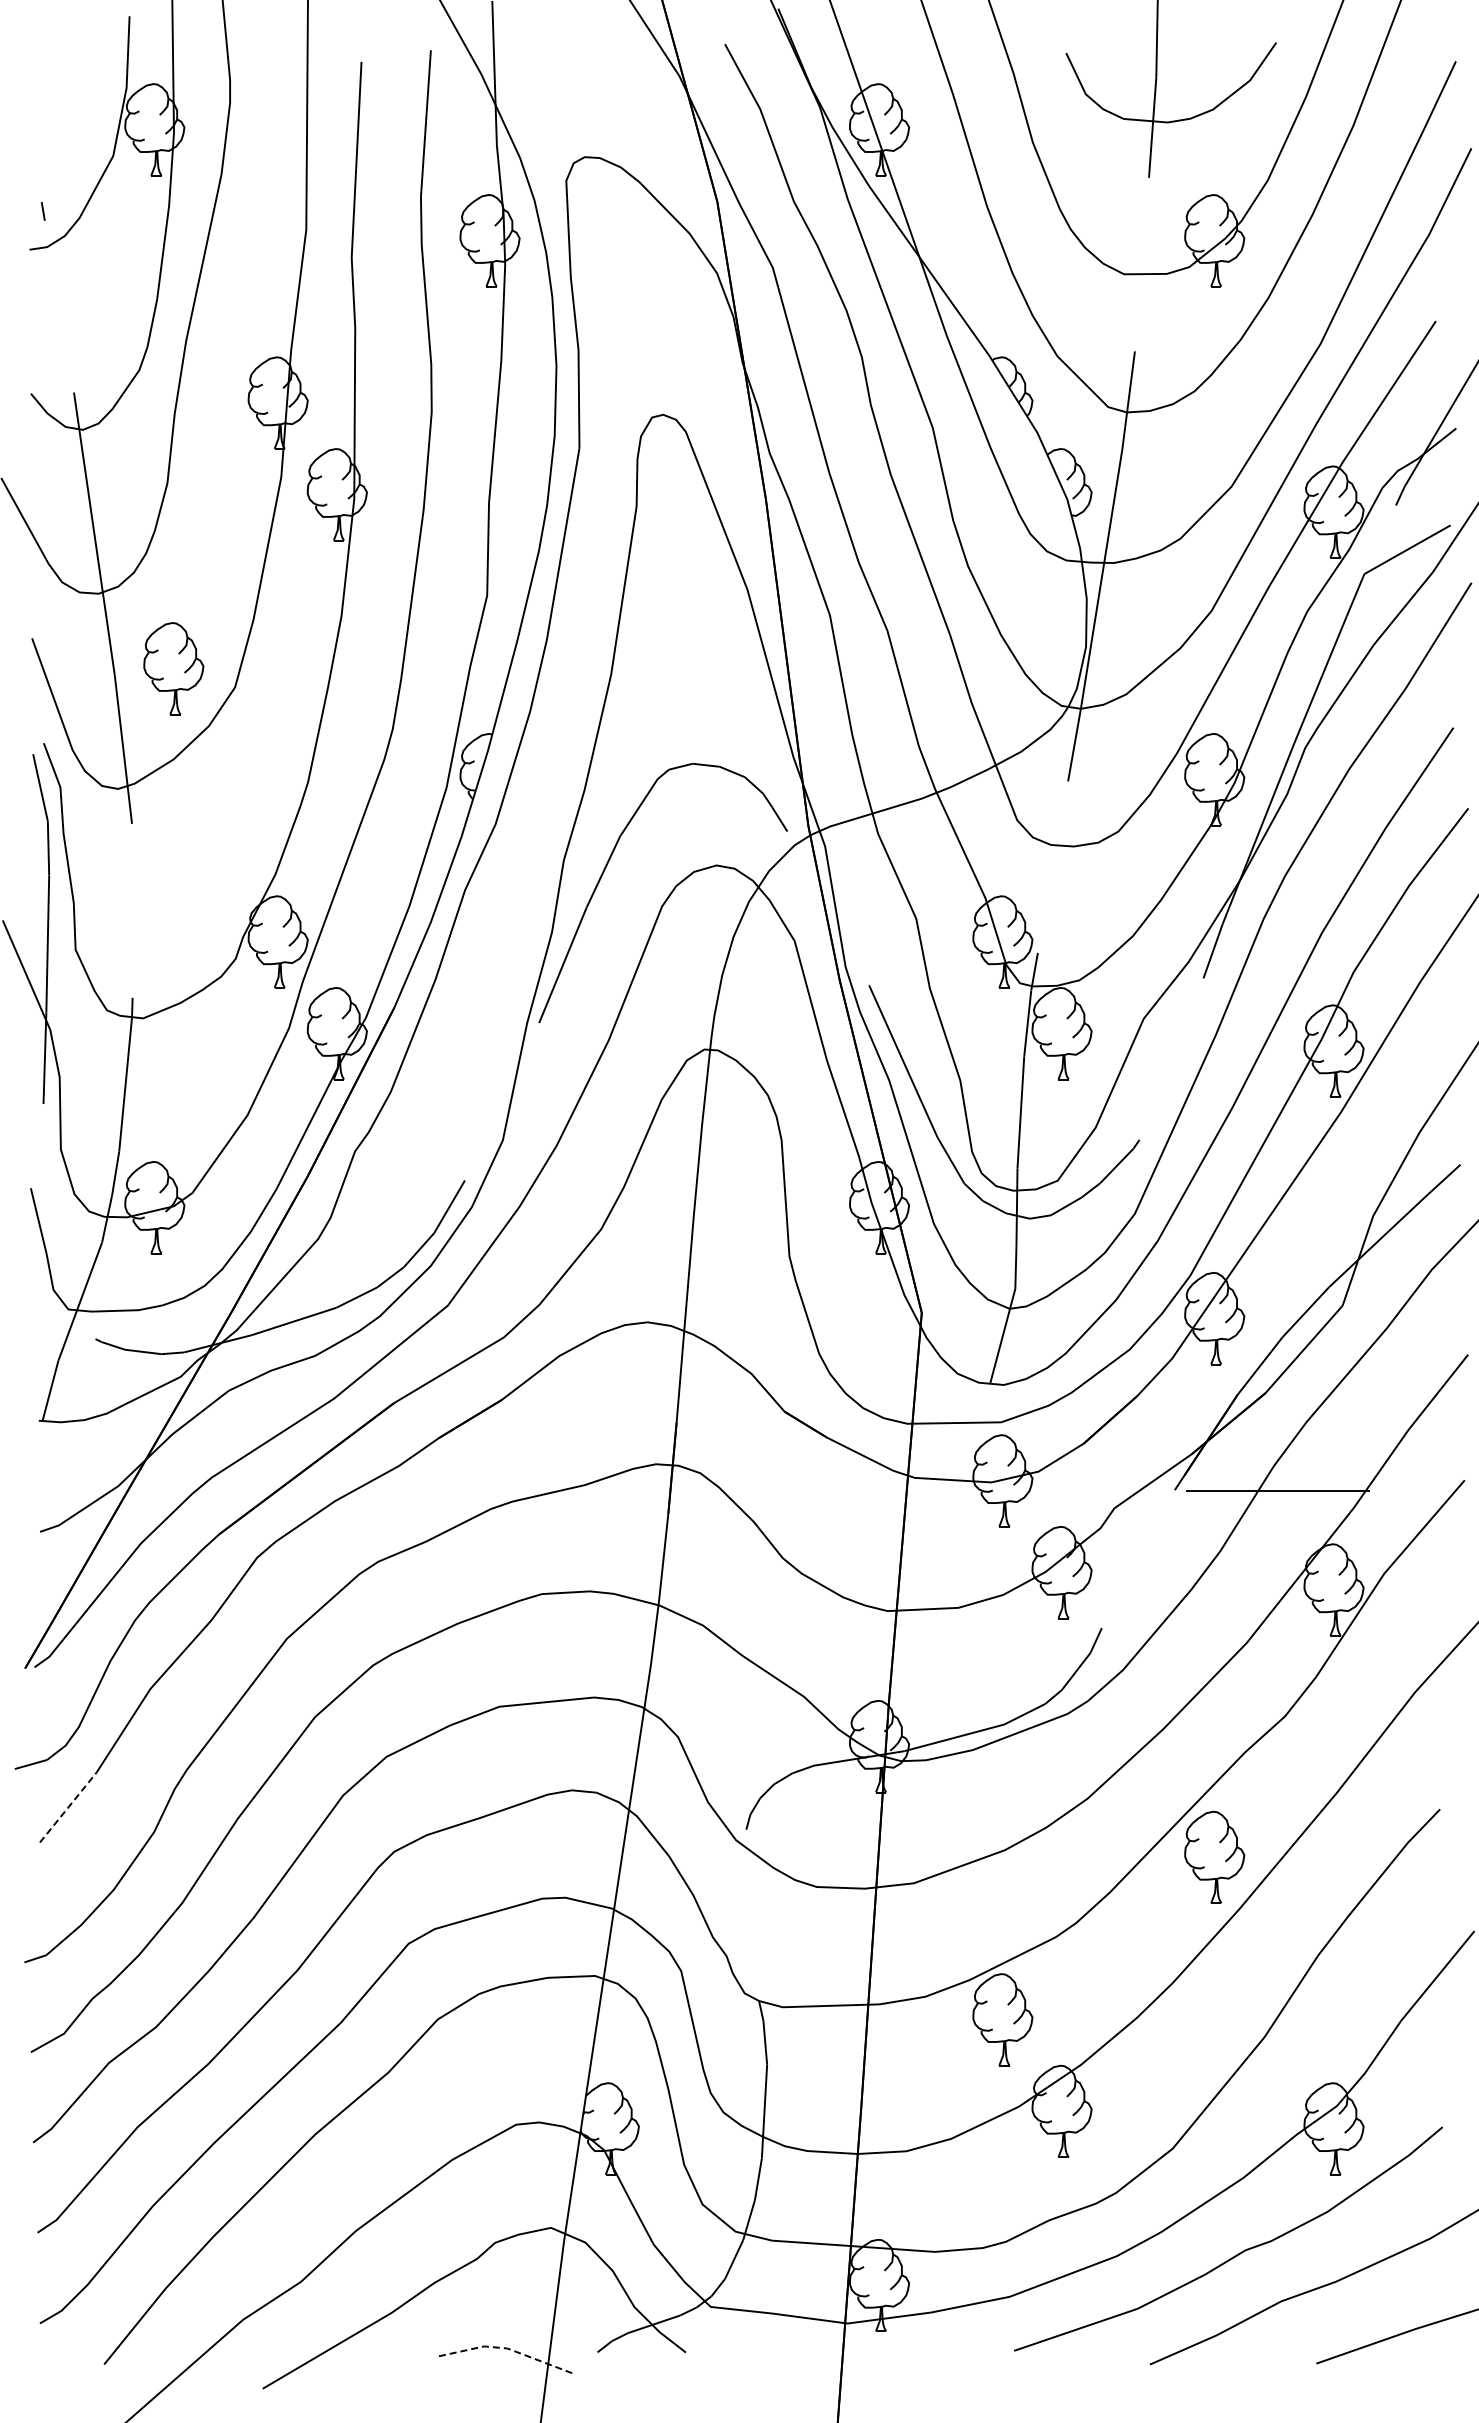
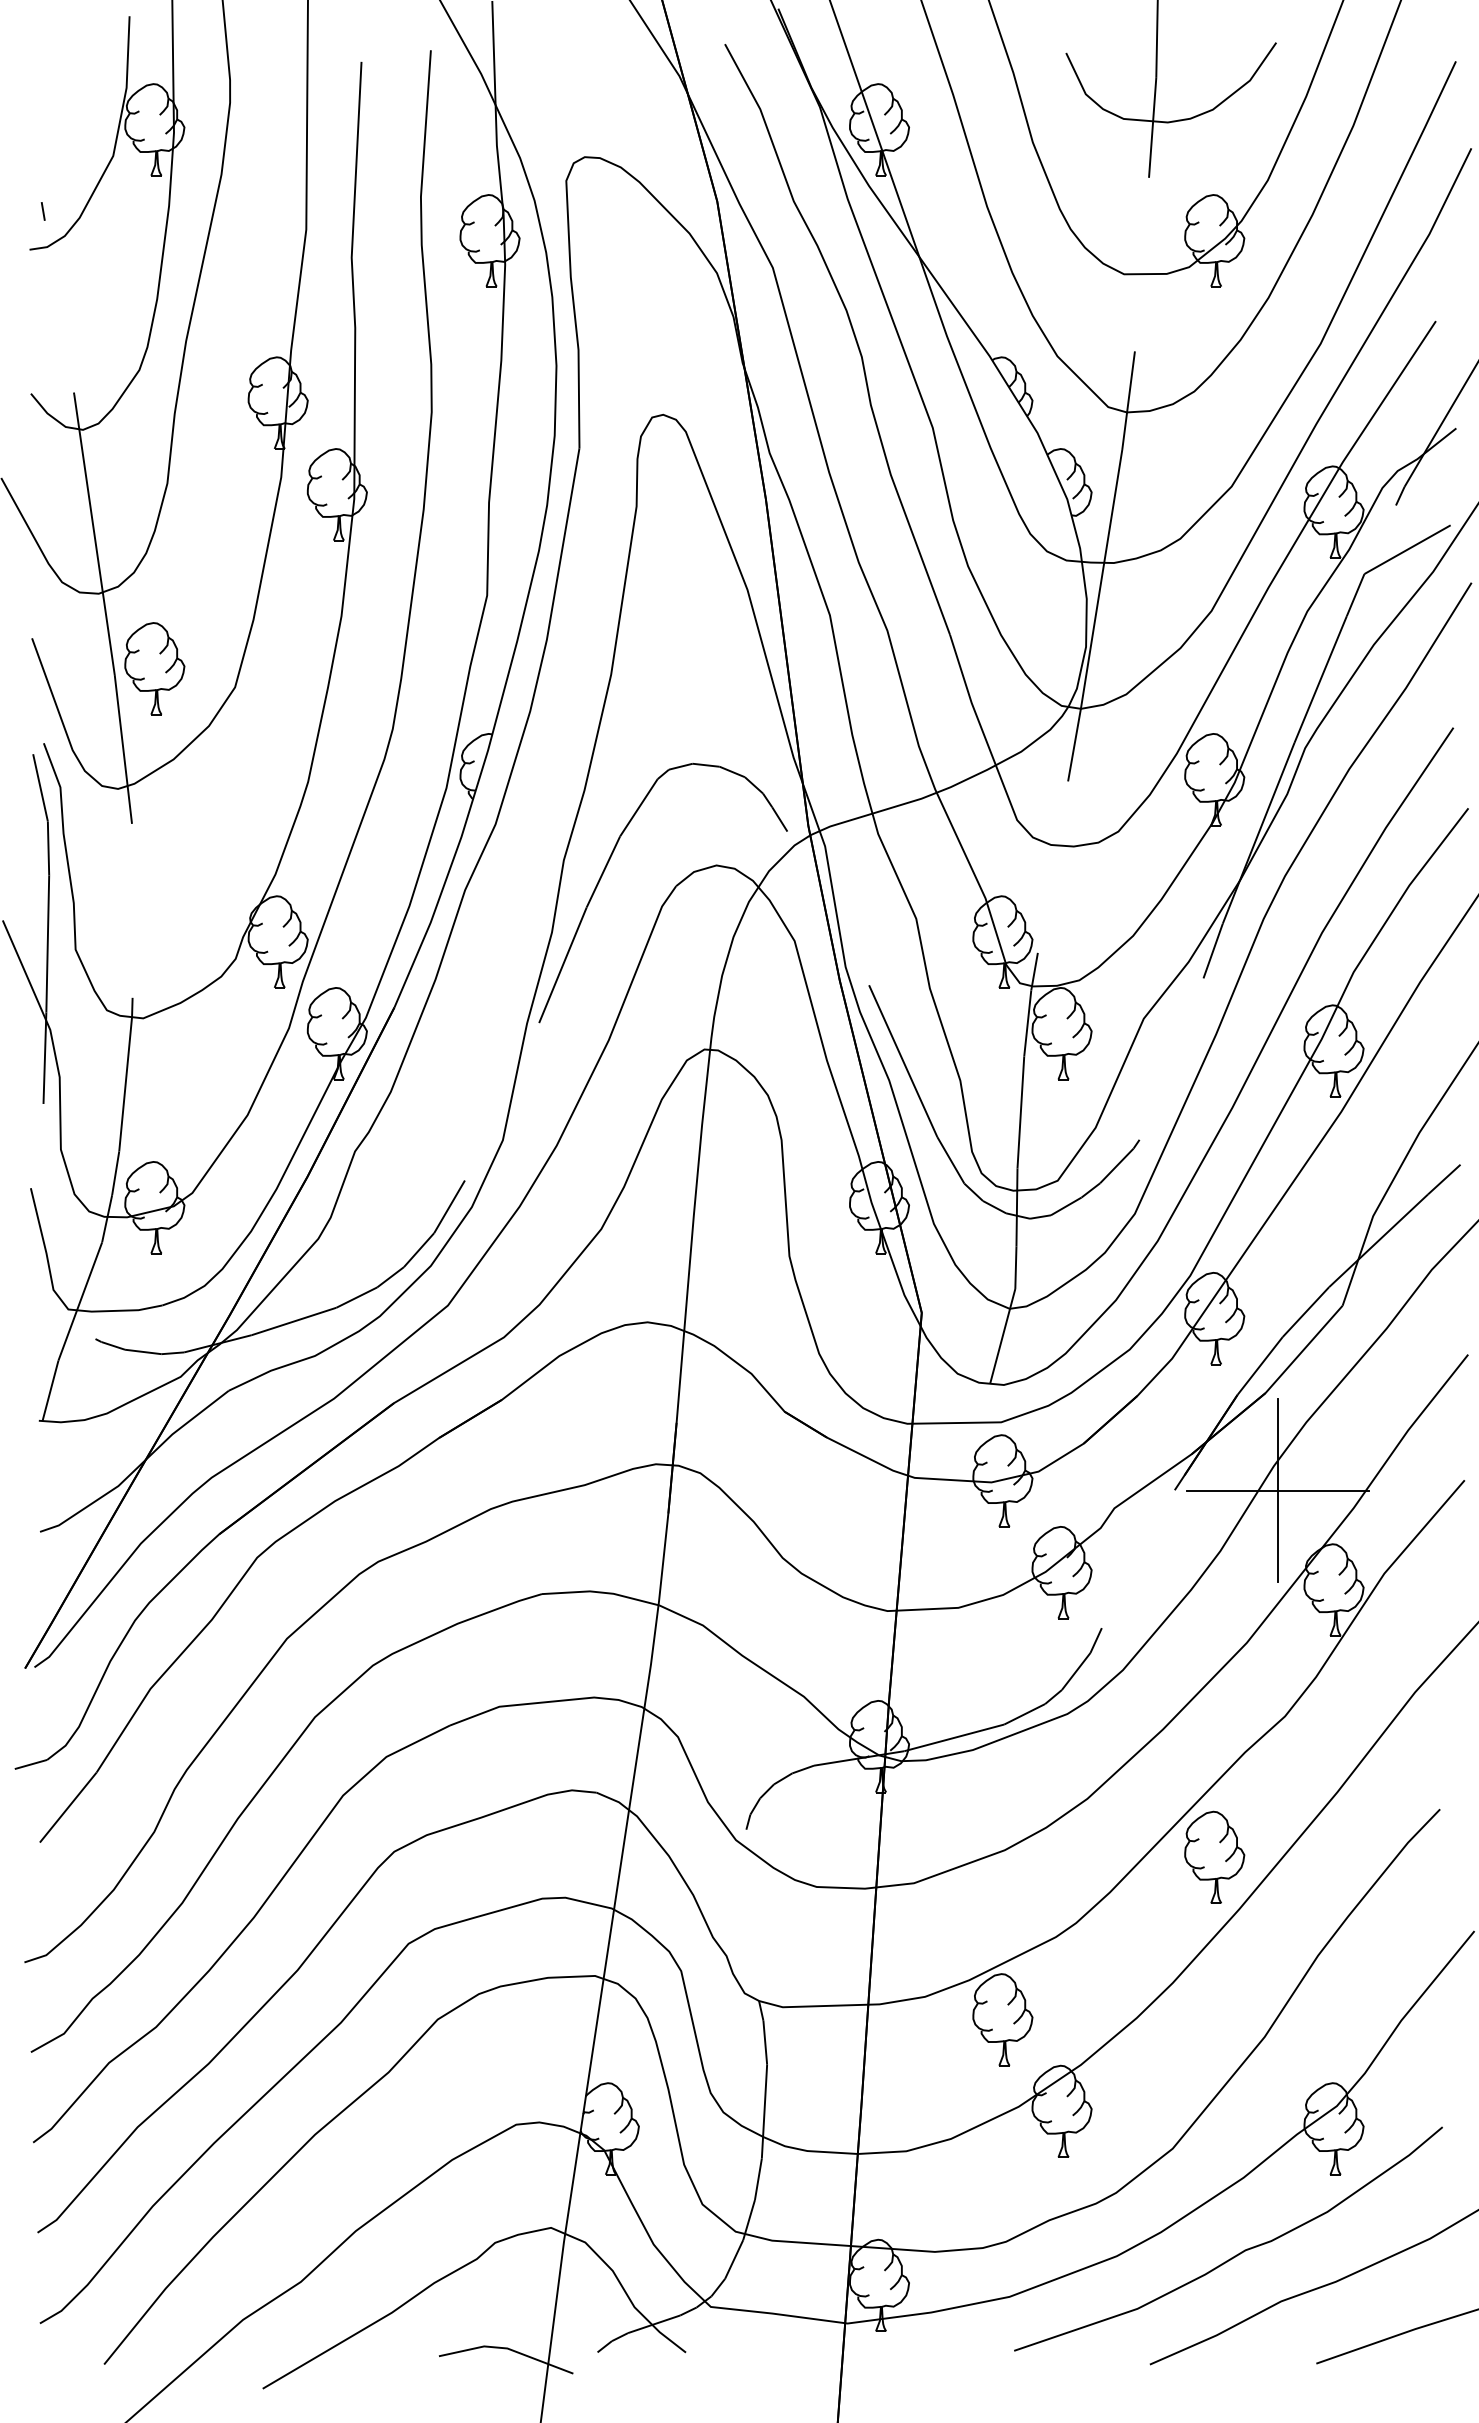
part at (173, 668) position: (173, 668) -> (154, 668)
line at (1278, 1490): none -> present
line at (68, 1807): dashed -> solid
line at (507, 2348): dashed -> solid
